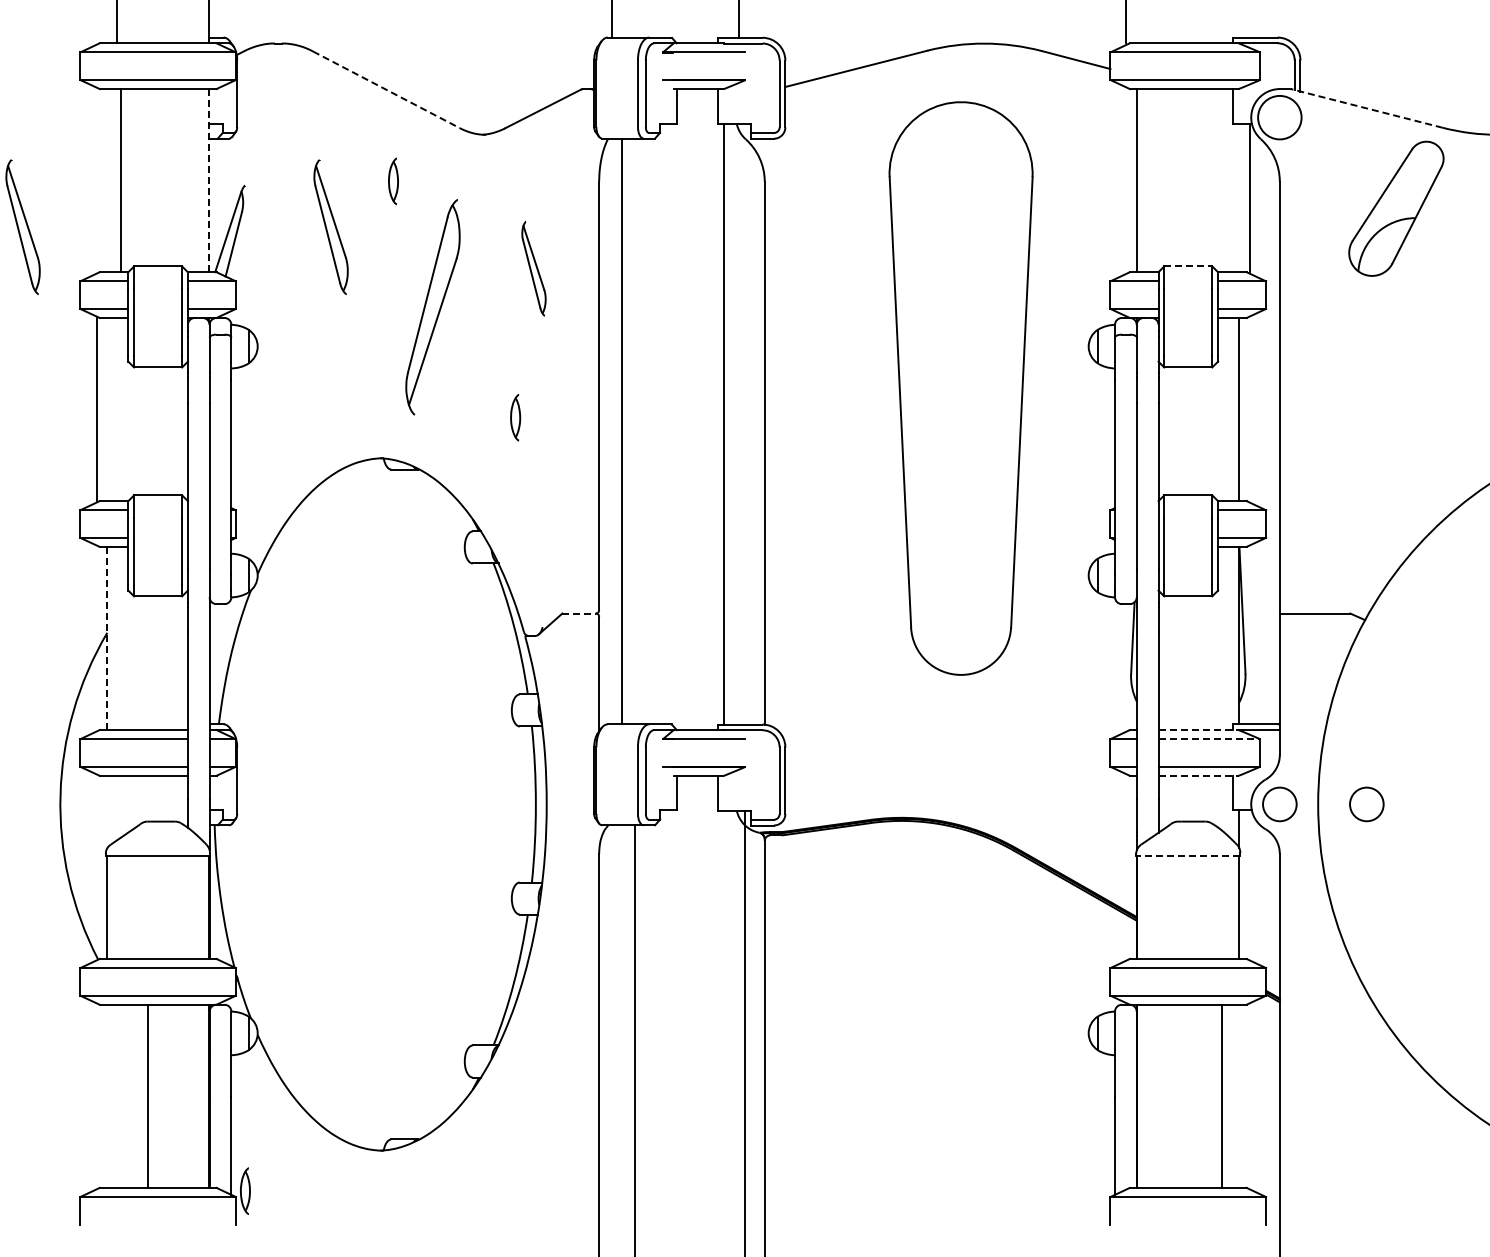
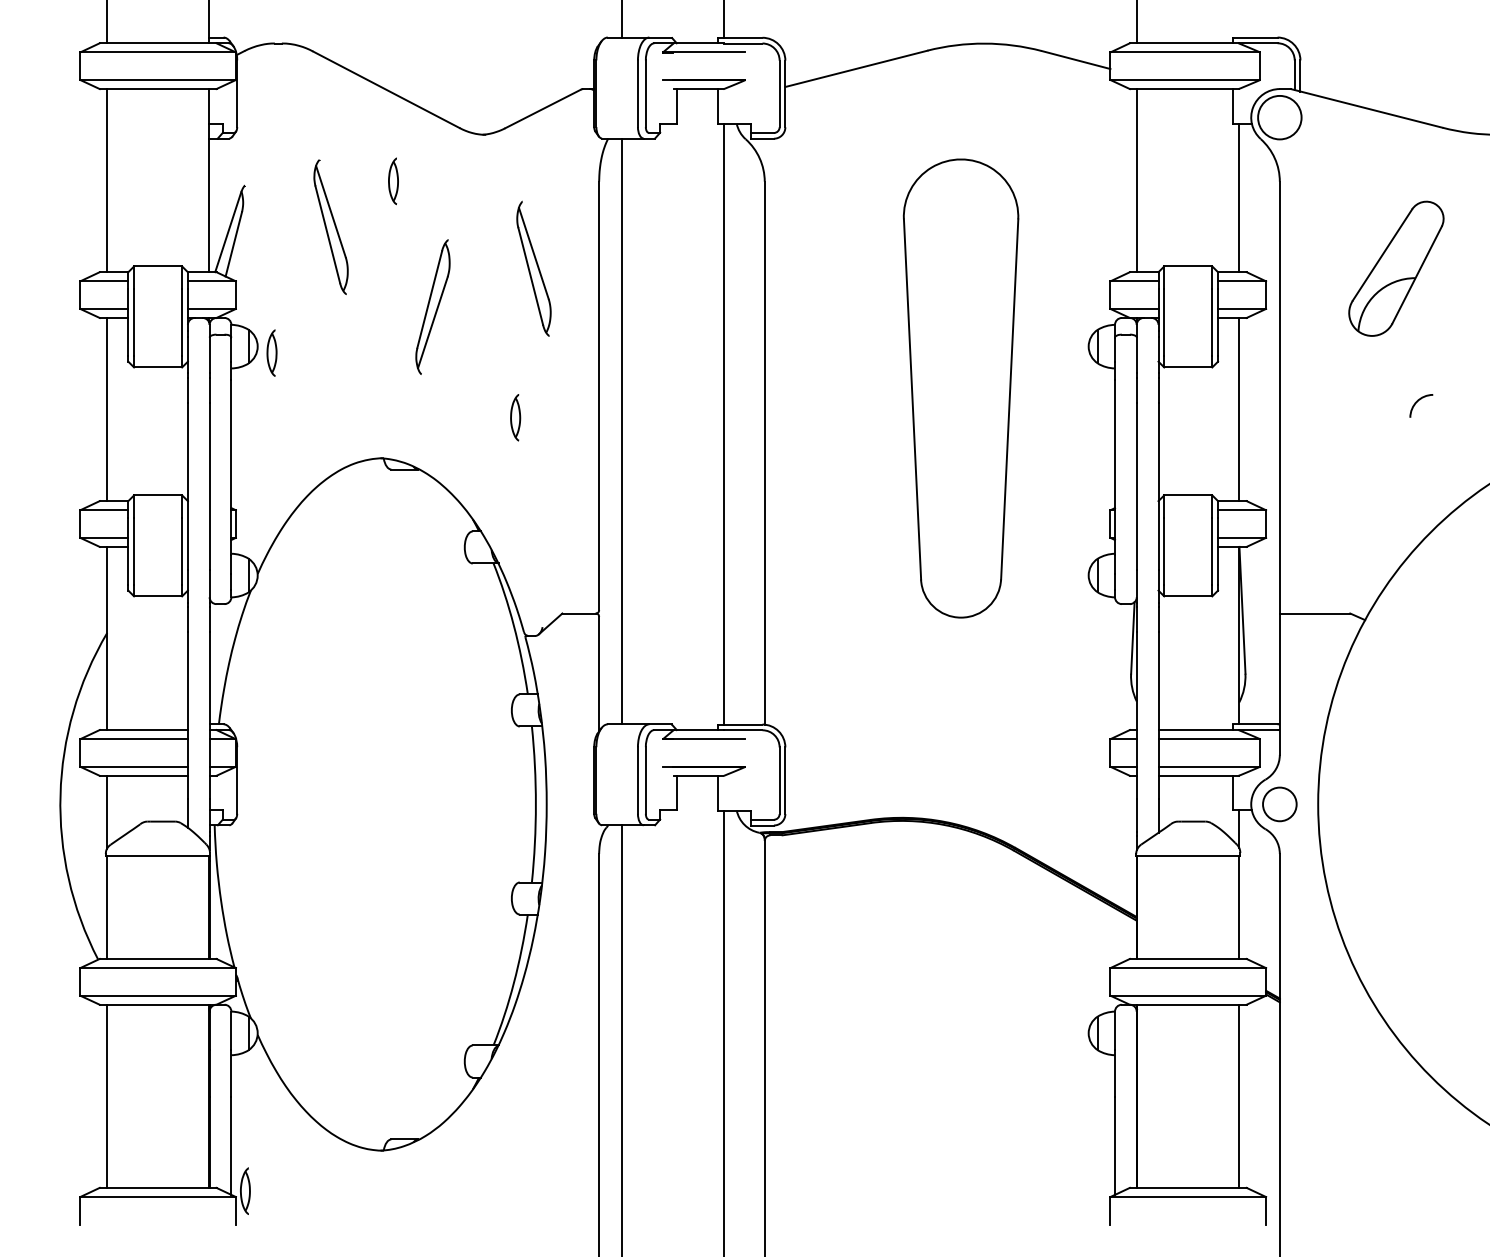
line at (612, 19) position: (612, 19) -> (622, 19)
line at (739, 19) position: (739, 19) -> (724, 19)
line at (117, 22) position: (117, 22) -> (107, 22)
line at (1126, 22) position: (1126, 22) -> (1137, 22)
line at (386, 89): dashed -> solid
line at (1366, 108): dashed -> solid
line at (121, 180) position: (121, 180) -> (107, 180)
line at (209, 180): dashed -> solid
line at (1250, 197) position: (1250, 197) -> (1239, 197)
part at (1396, 208) position: (1396, 208) -> (1396, 268)
part at (22, 226): present -> none
line at (1188, 266): dashed -> solid
part at (533, 268) size: 26x96 px -> 36x137 px
part at (432, 307) size: 56x217 px -> 36x136 px
part at (271, 352): none -> present
part at (960, 388) size: 146x575 px -> 118x461 px
curve at (1418, 401): none -> present
line at (97, 409) position: (97, 409) -> (107, 409)
line at (579, 613): dashed -> solid
line at (107, 638): dashed -> solid
line at (1199, 730): dashed -> solid
line at (1209, 739): dashed -> solid
line at (1199, 775): dashed -> solid
circle at (1366, 804): present -> none
line at (107, 811): none -> present
line at (1187, 855): dashed -> solid
line at (745, 1031) position: (745, 1031) -> (724, 1031)
line at (635, 1039) position: (635, 1039) -> (622, 1039)
line at (147, 1095) position: (147, 1095) -> (106, 1095)
line at (1222, 1095) position: (1222, 1095) -> (1239, 1095)
